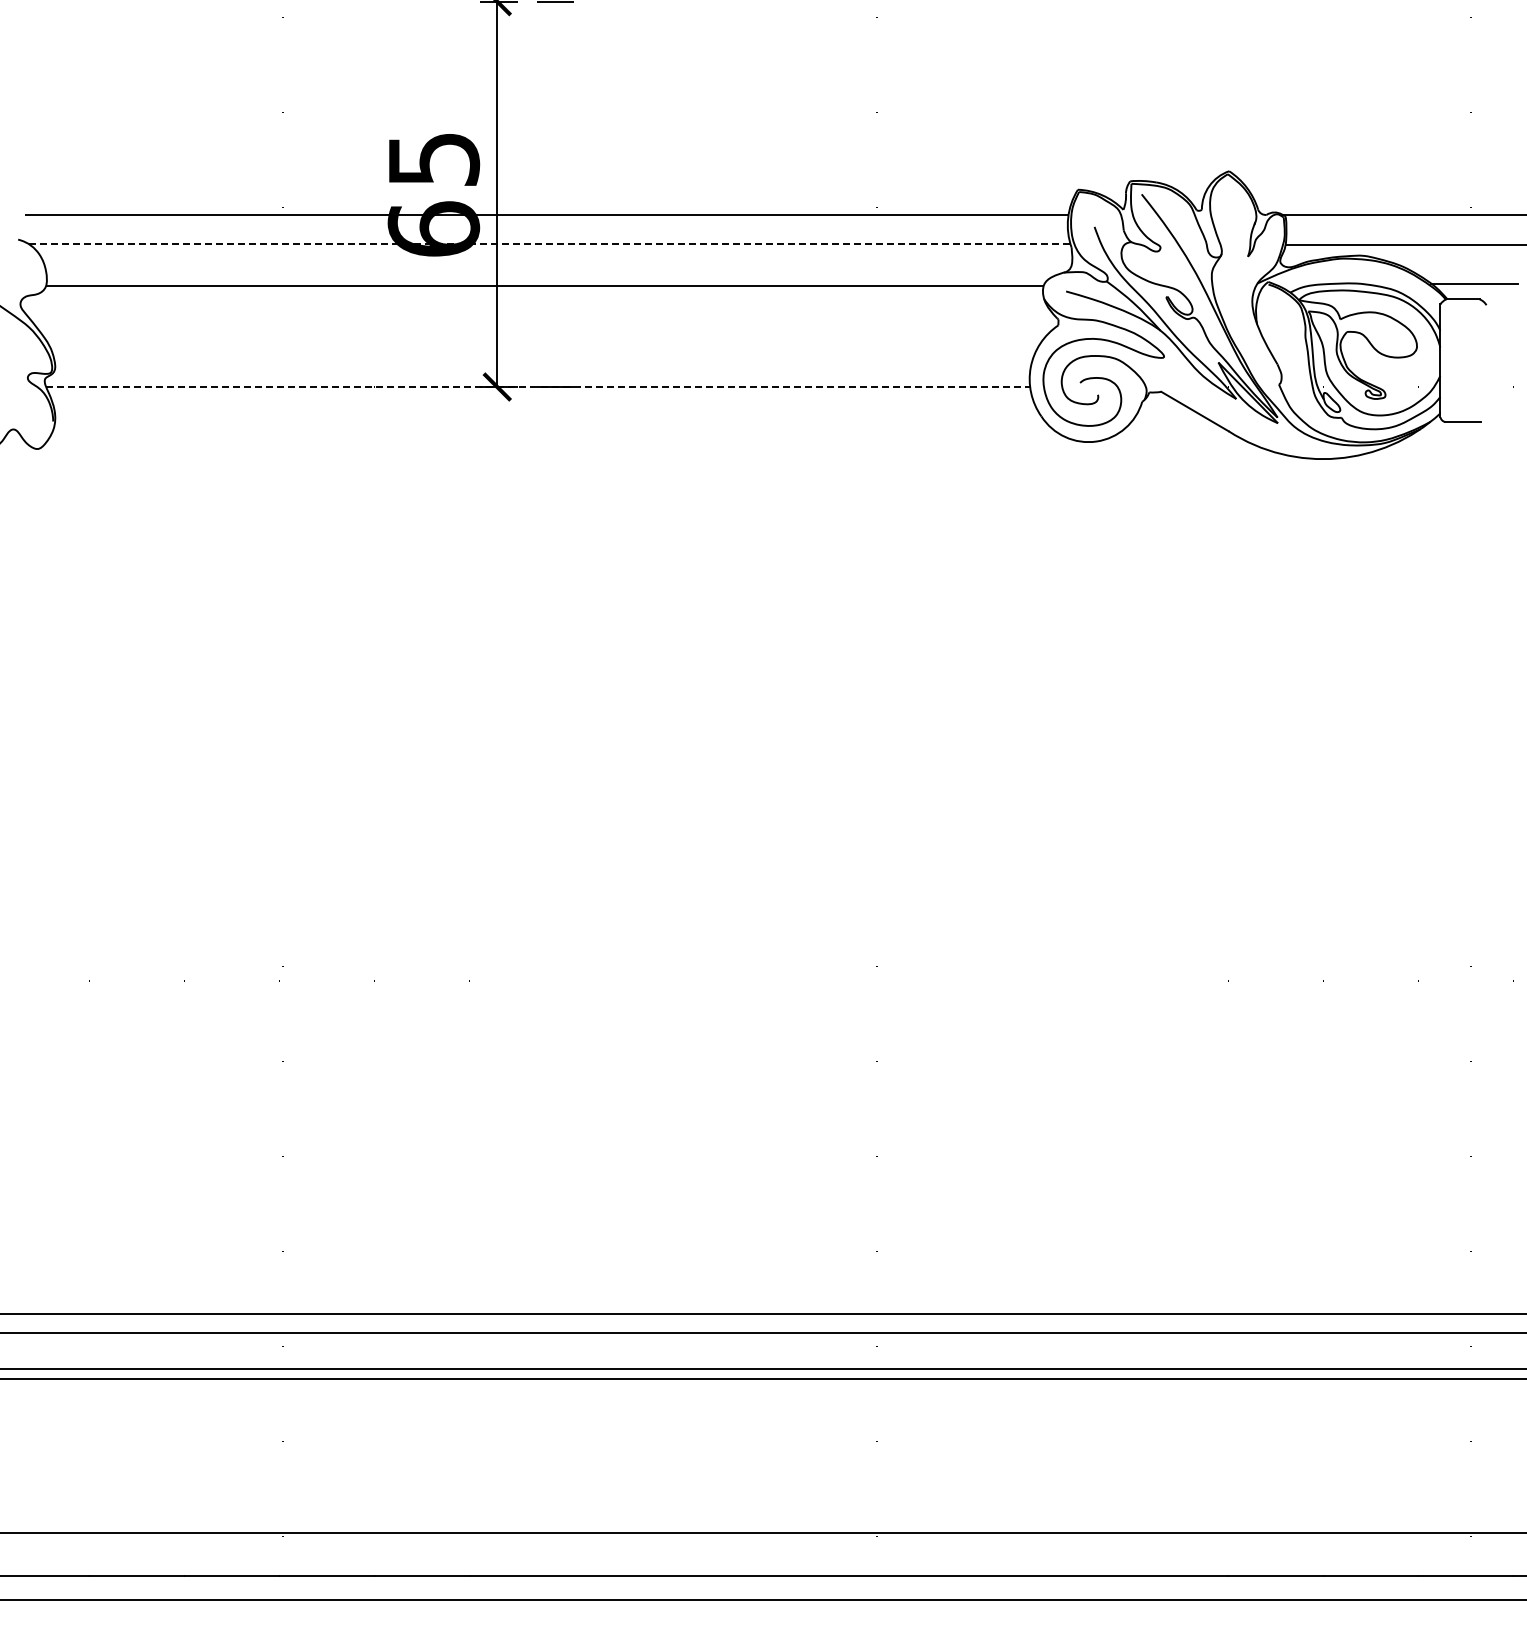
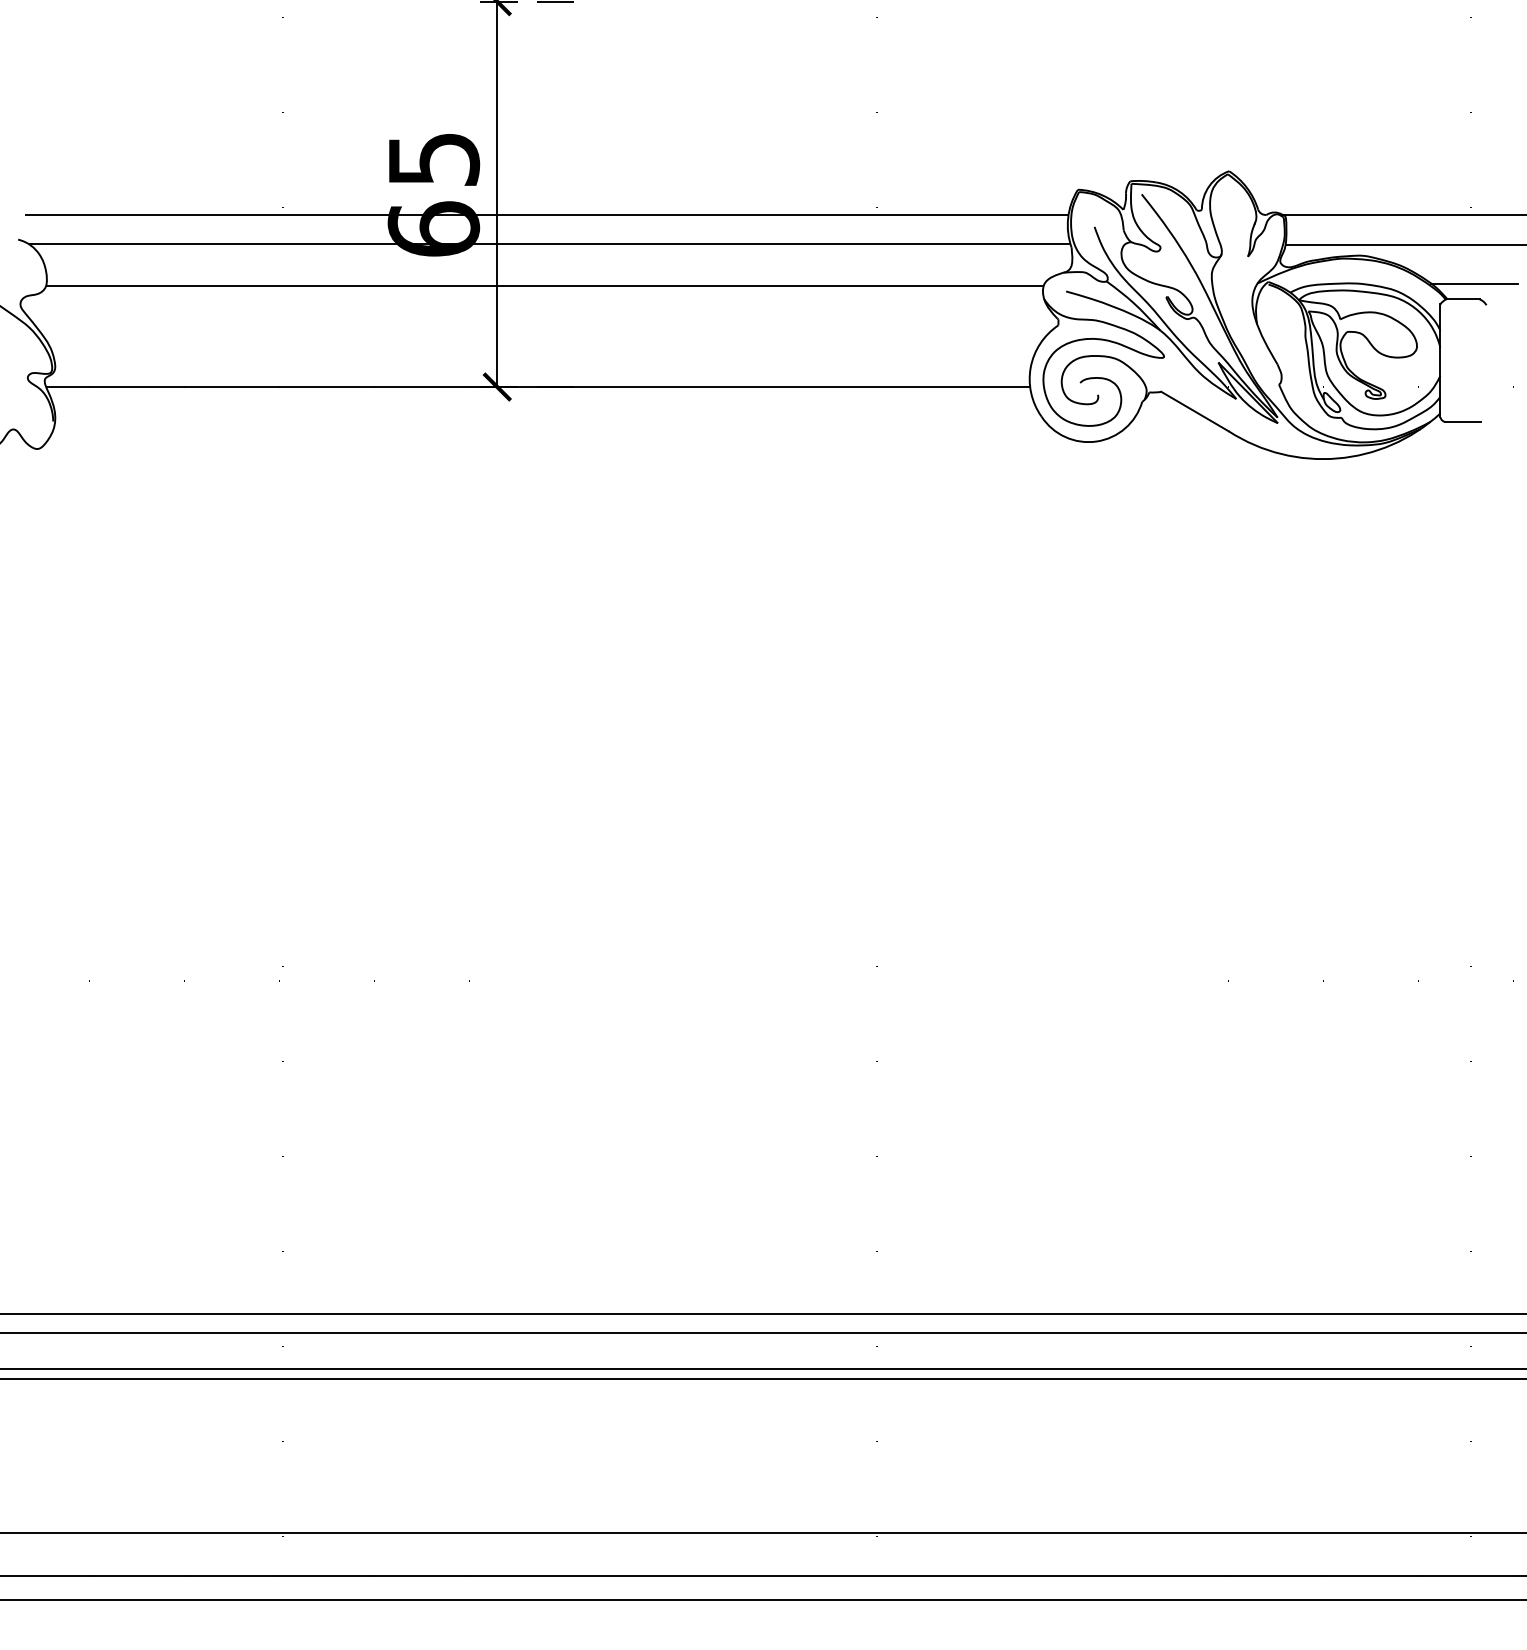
line at (549, 244): dashed -> solid
line at (538, 387): dashed -> solid
